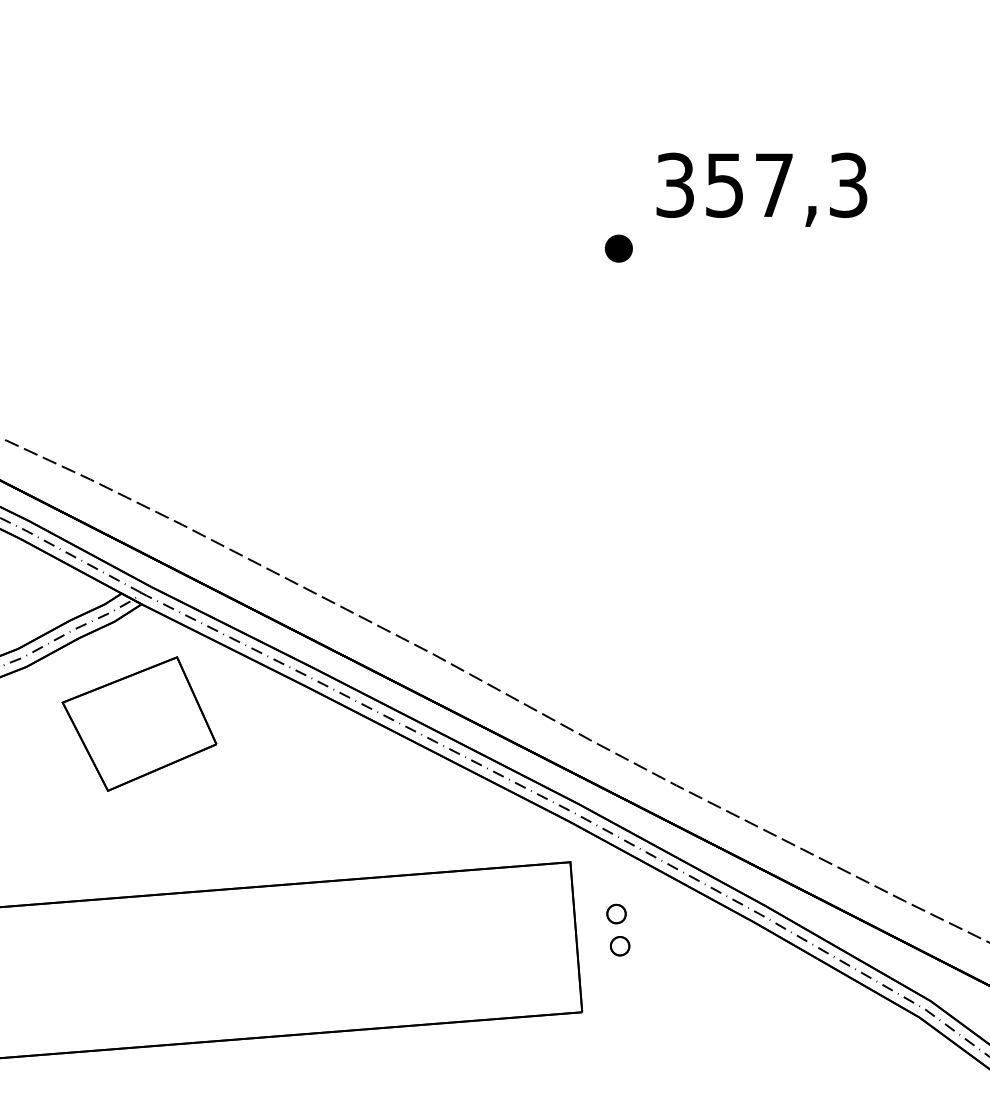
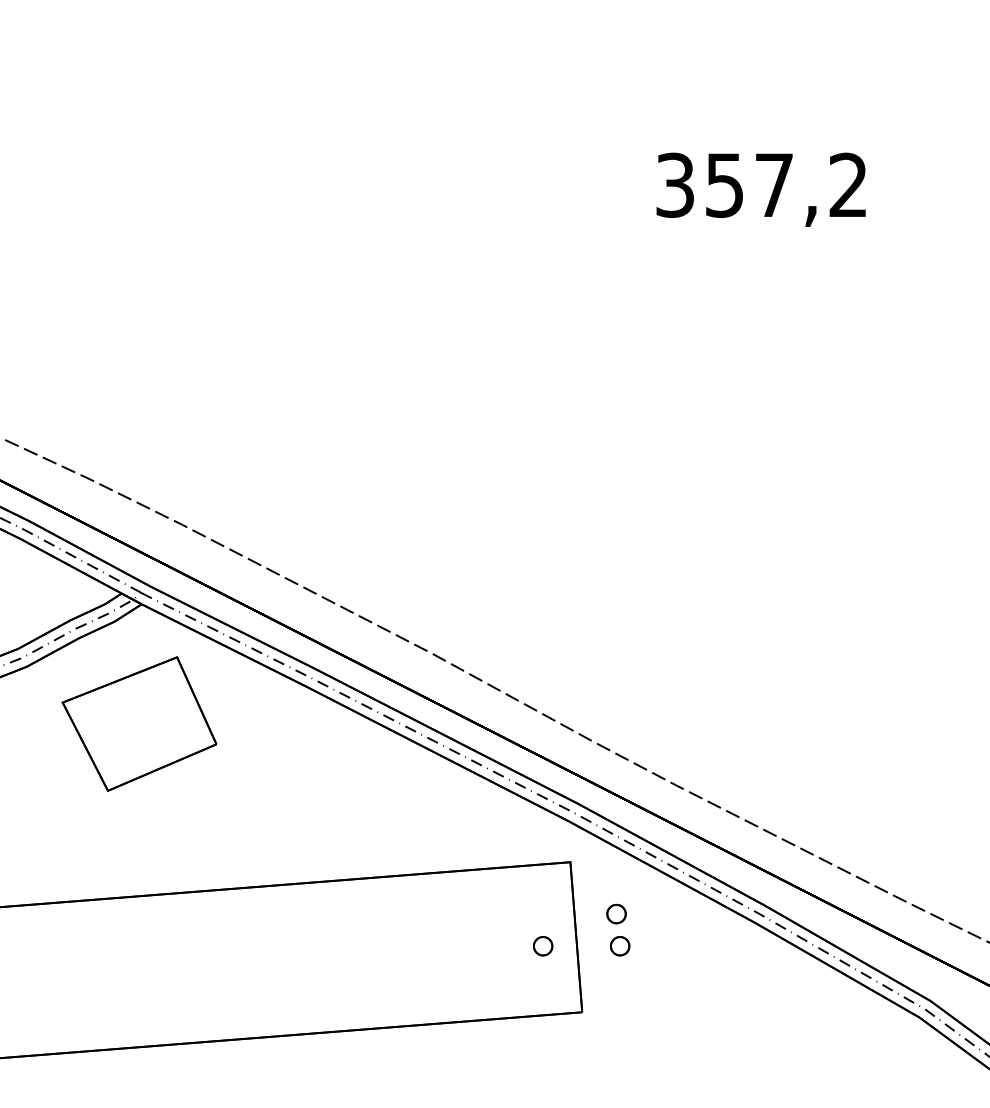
text at (848, 184): 357,3 -> 357,2
part at (618, 248): present -> none
part at (543, 946): none -> present
